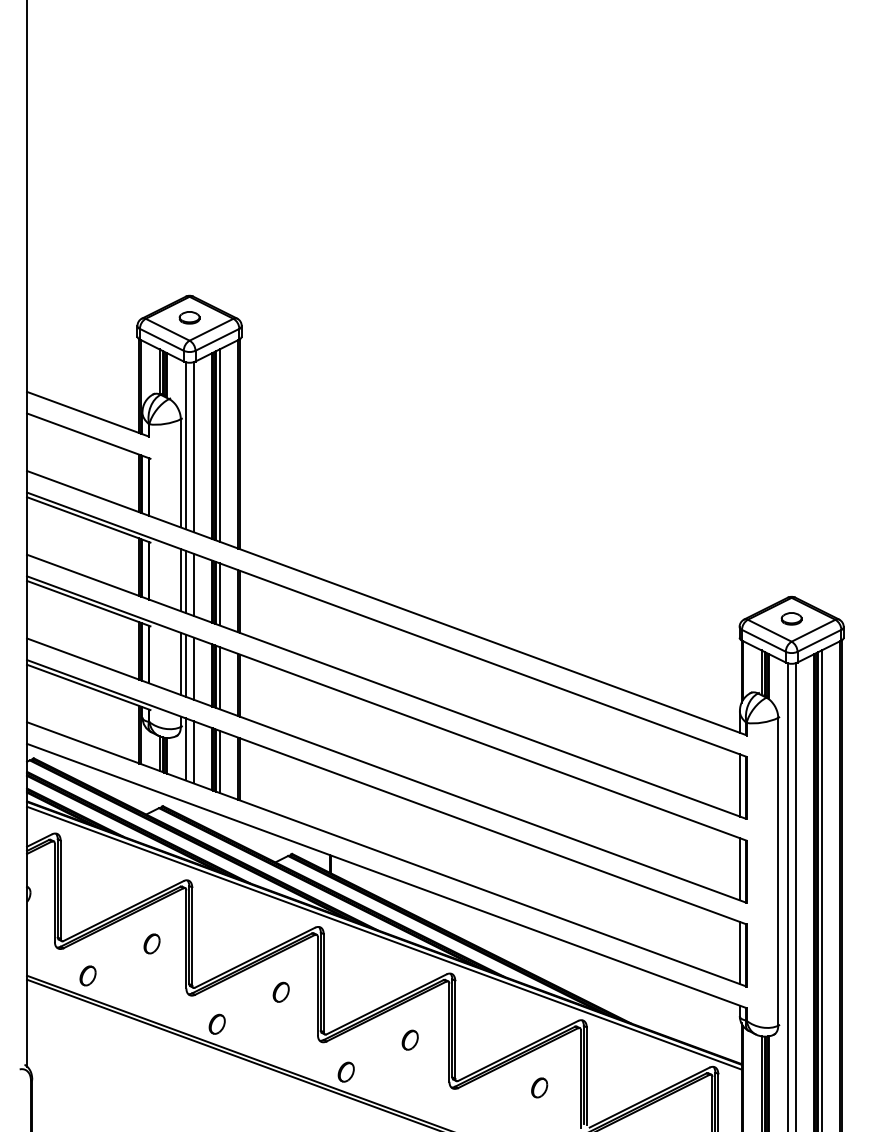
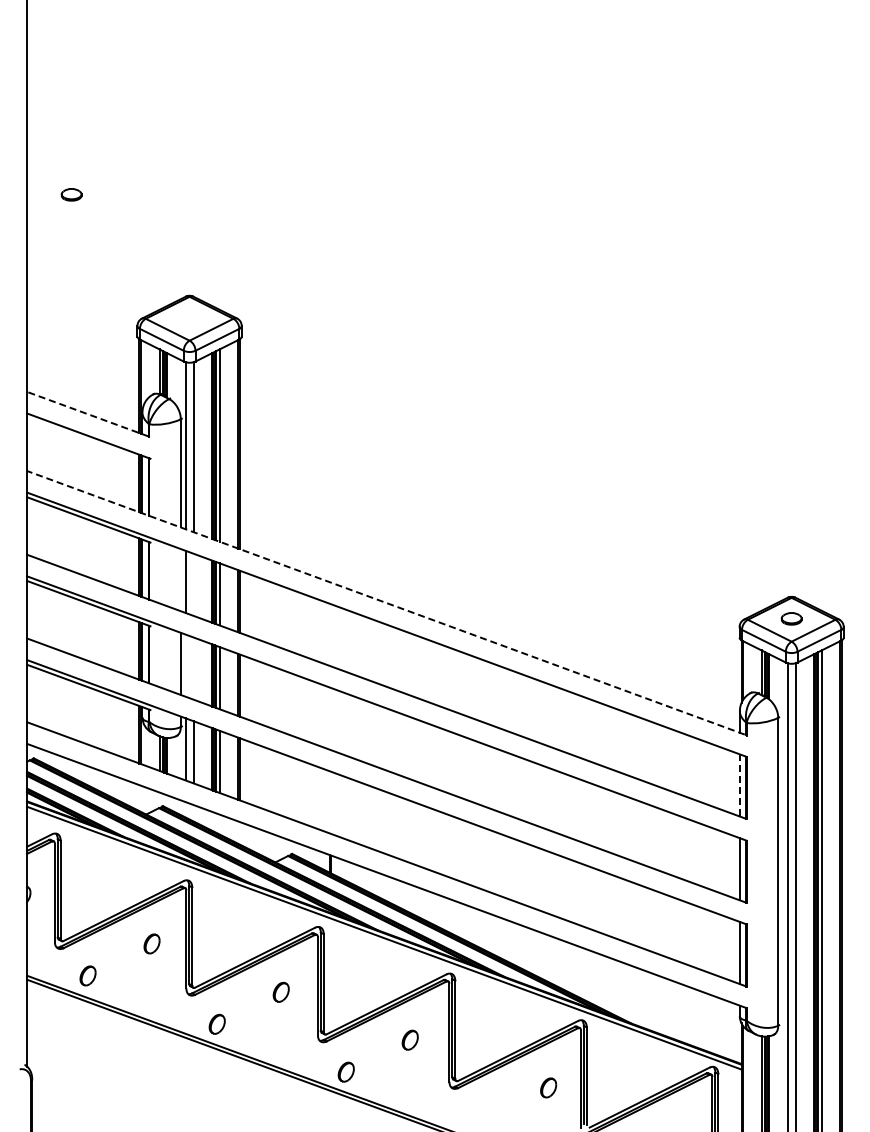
part at (189, 317) position: (189, 317) -> (71, 194)
line at (87, 414): solid -> dashed
line at (180, 580): present -> none
line at (193, 584): present -> none
line at (385, 602): solid -> dashed
line at (185, 665): present -> none
line at (193, 668): present -> none
line at (739, 785): solid -> dashed
part at (539, 1087) position: (539, 1087) -> (548, 1087)
